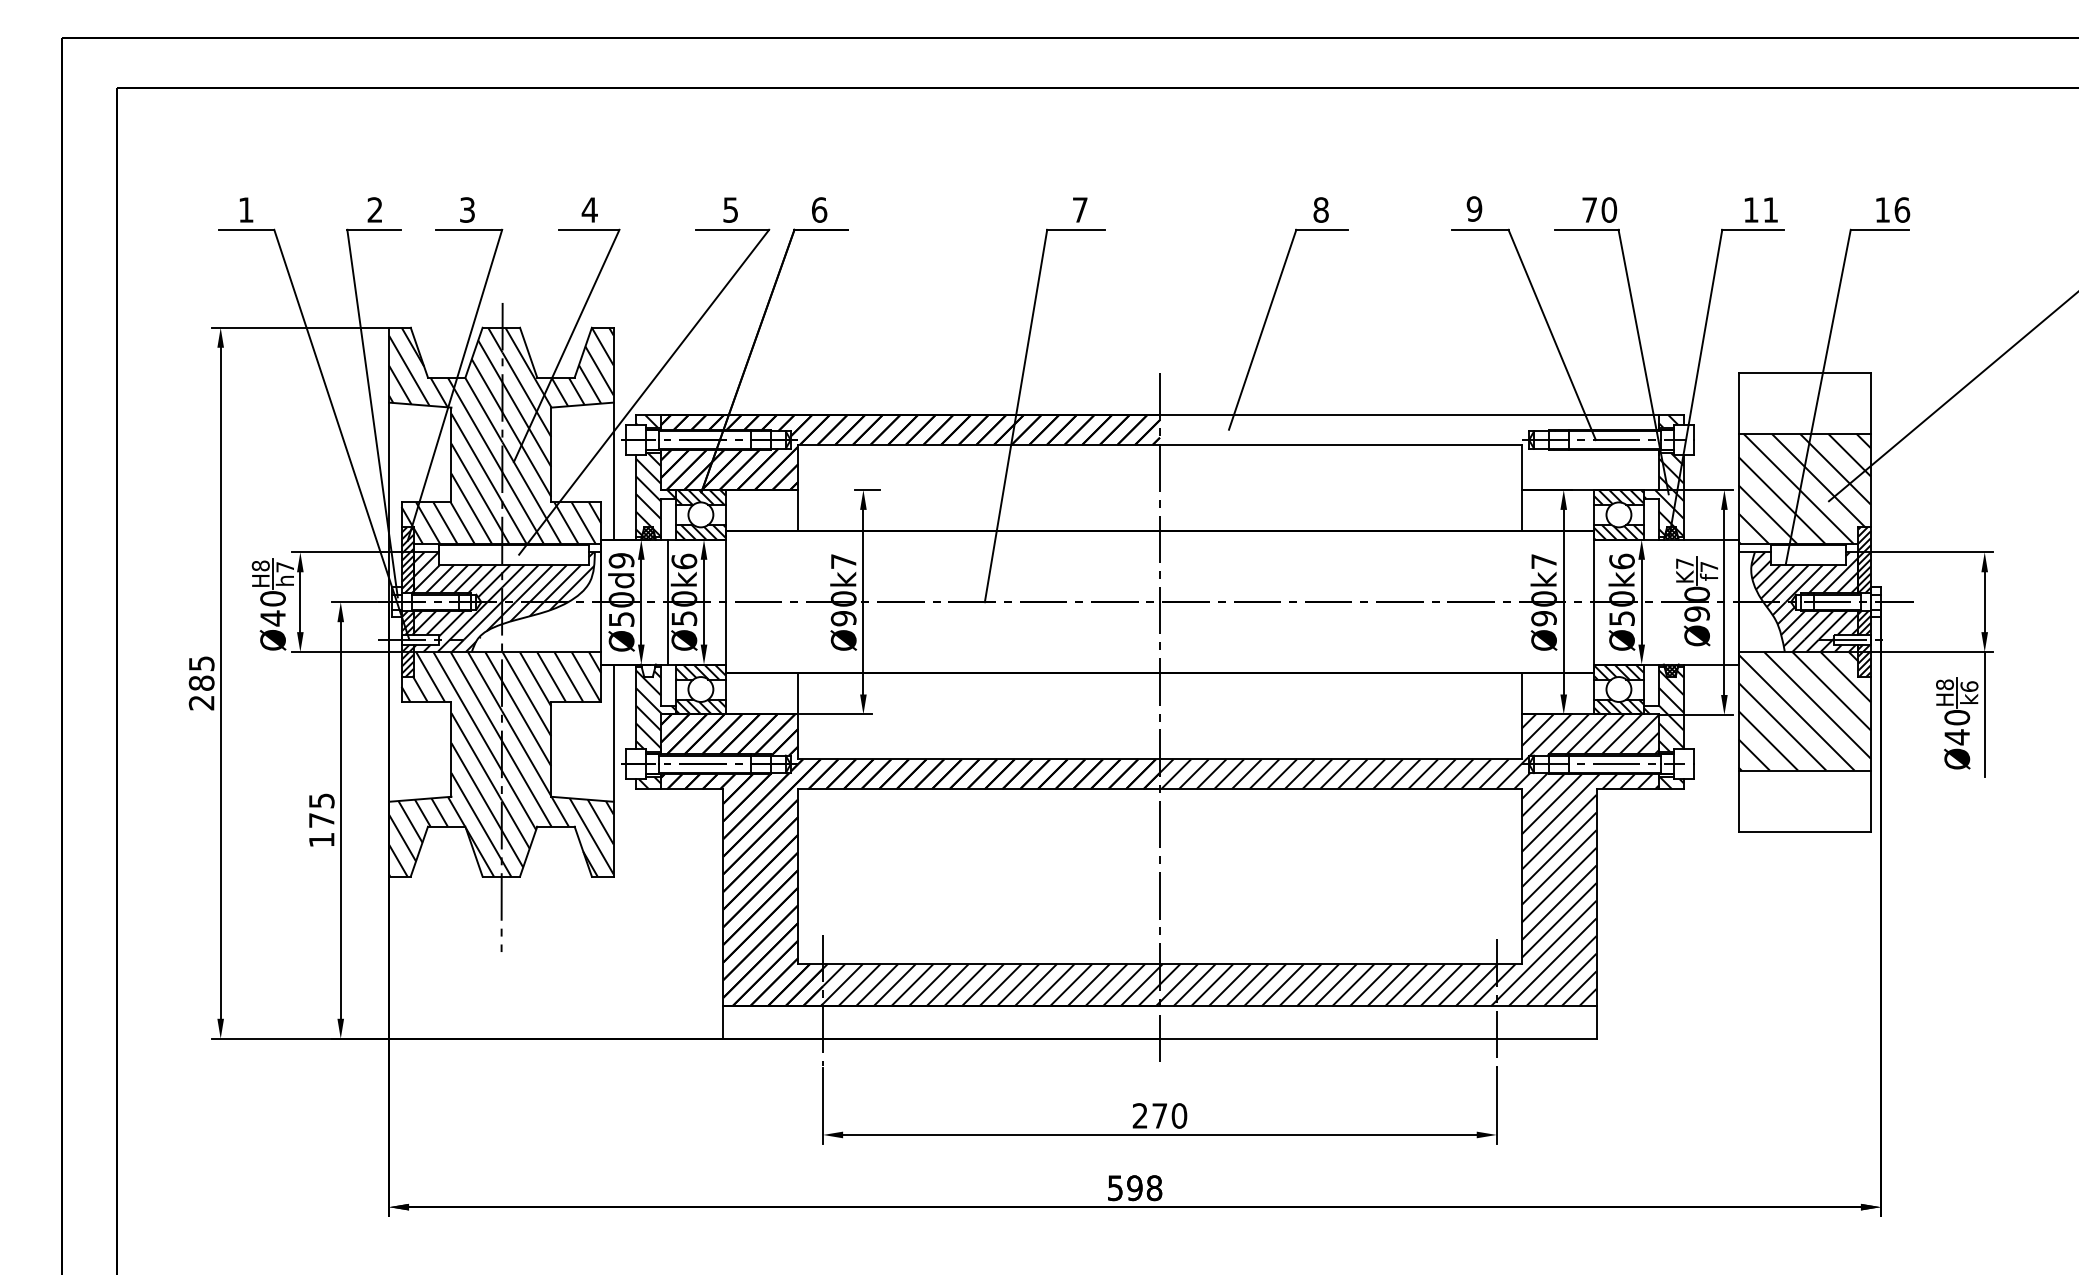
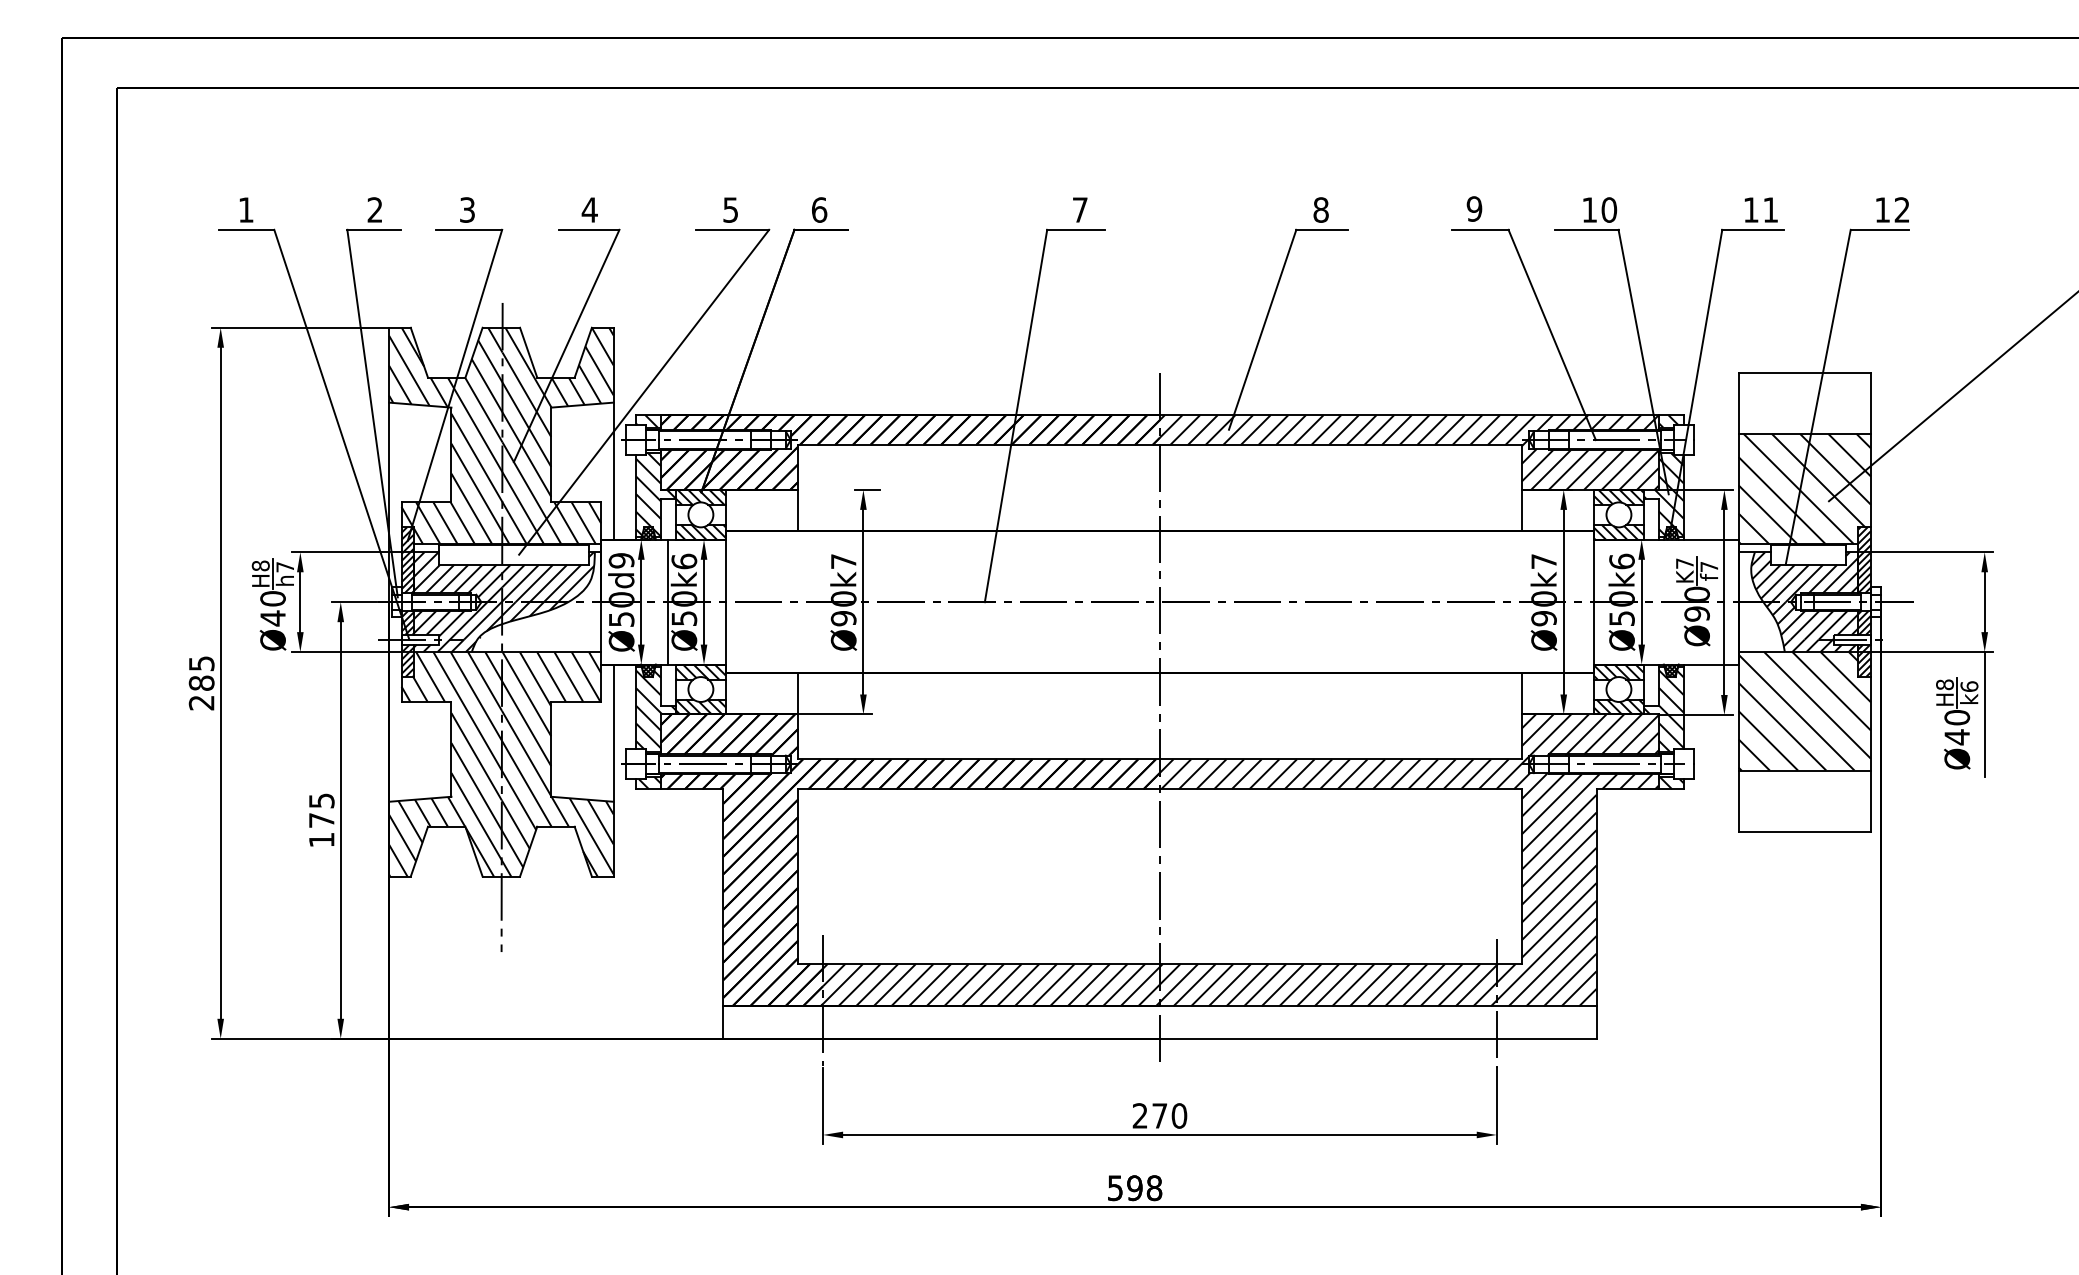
text at (1589, 209): 70 -> 10
text at (1902, 209): 16 -> 12
hatch at (1408, 452): none -> present
hatch at (648, 670): none -> present
